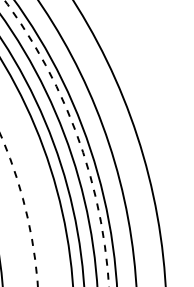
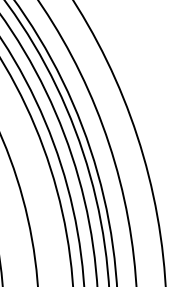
arc at (78, 138): dashed -> solid
arc at (25, 208): dashed -> solid
